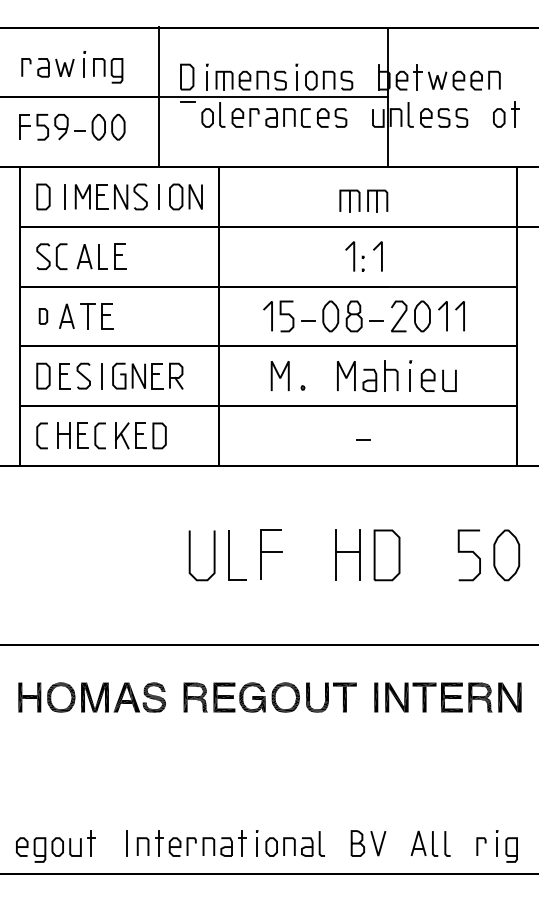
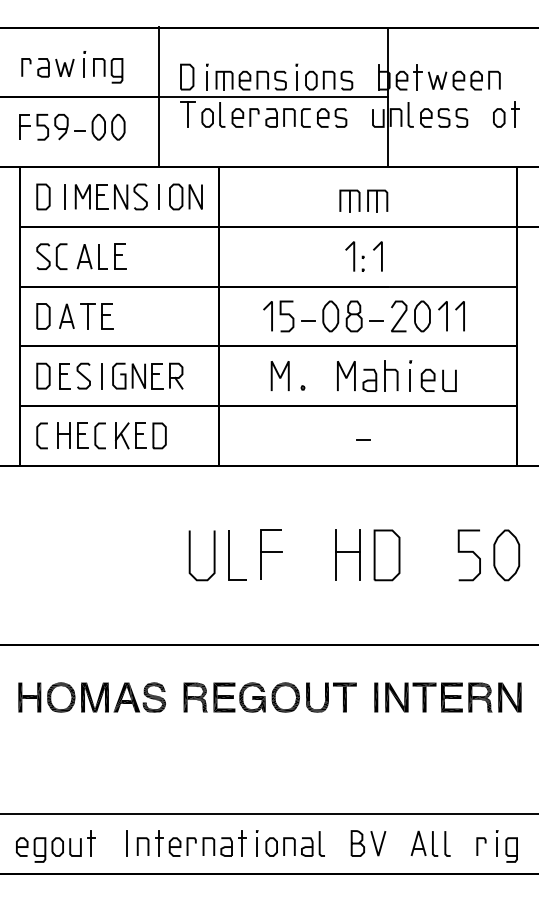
line at (188, 114): none -> present
part at (43, 316) size: 11x17 px -> 15x27 px
line at (268, 814): none -> present
